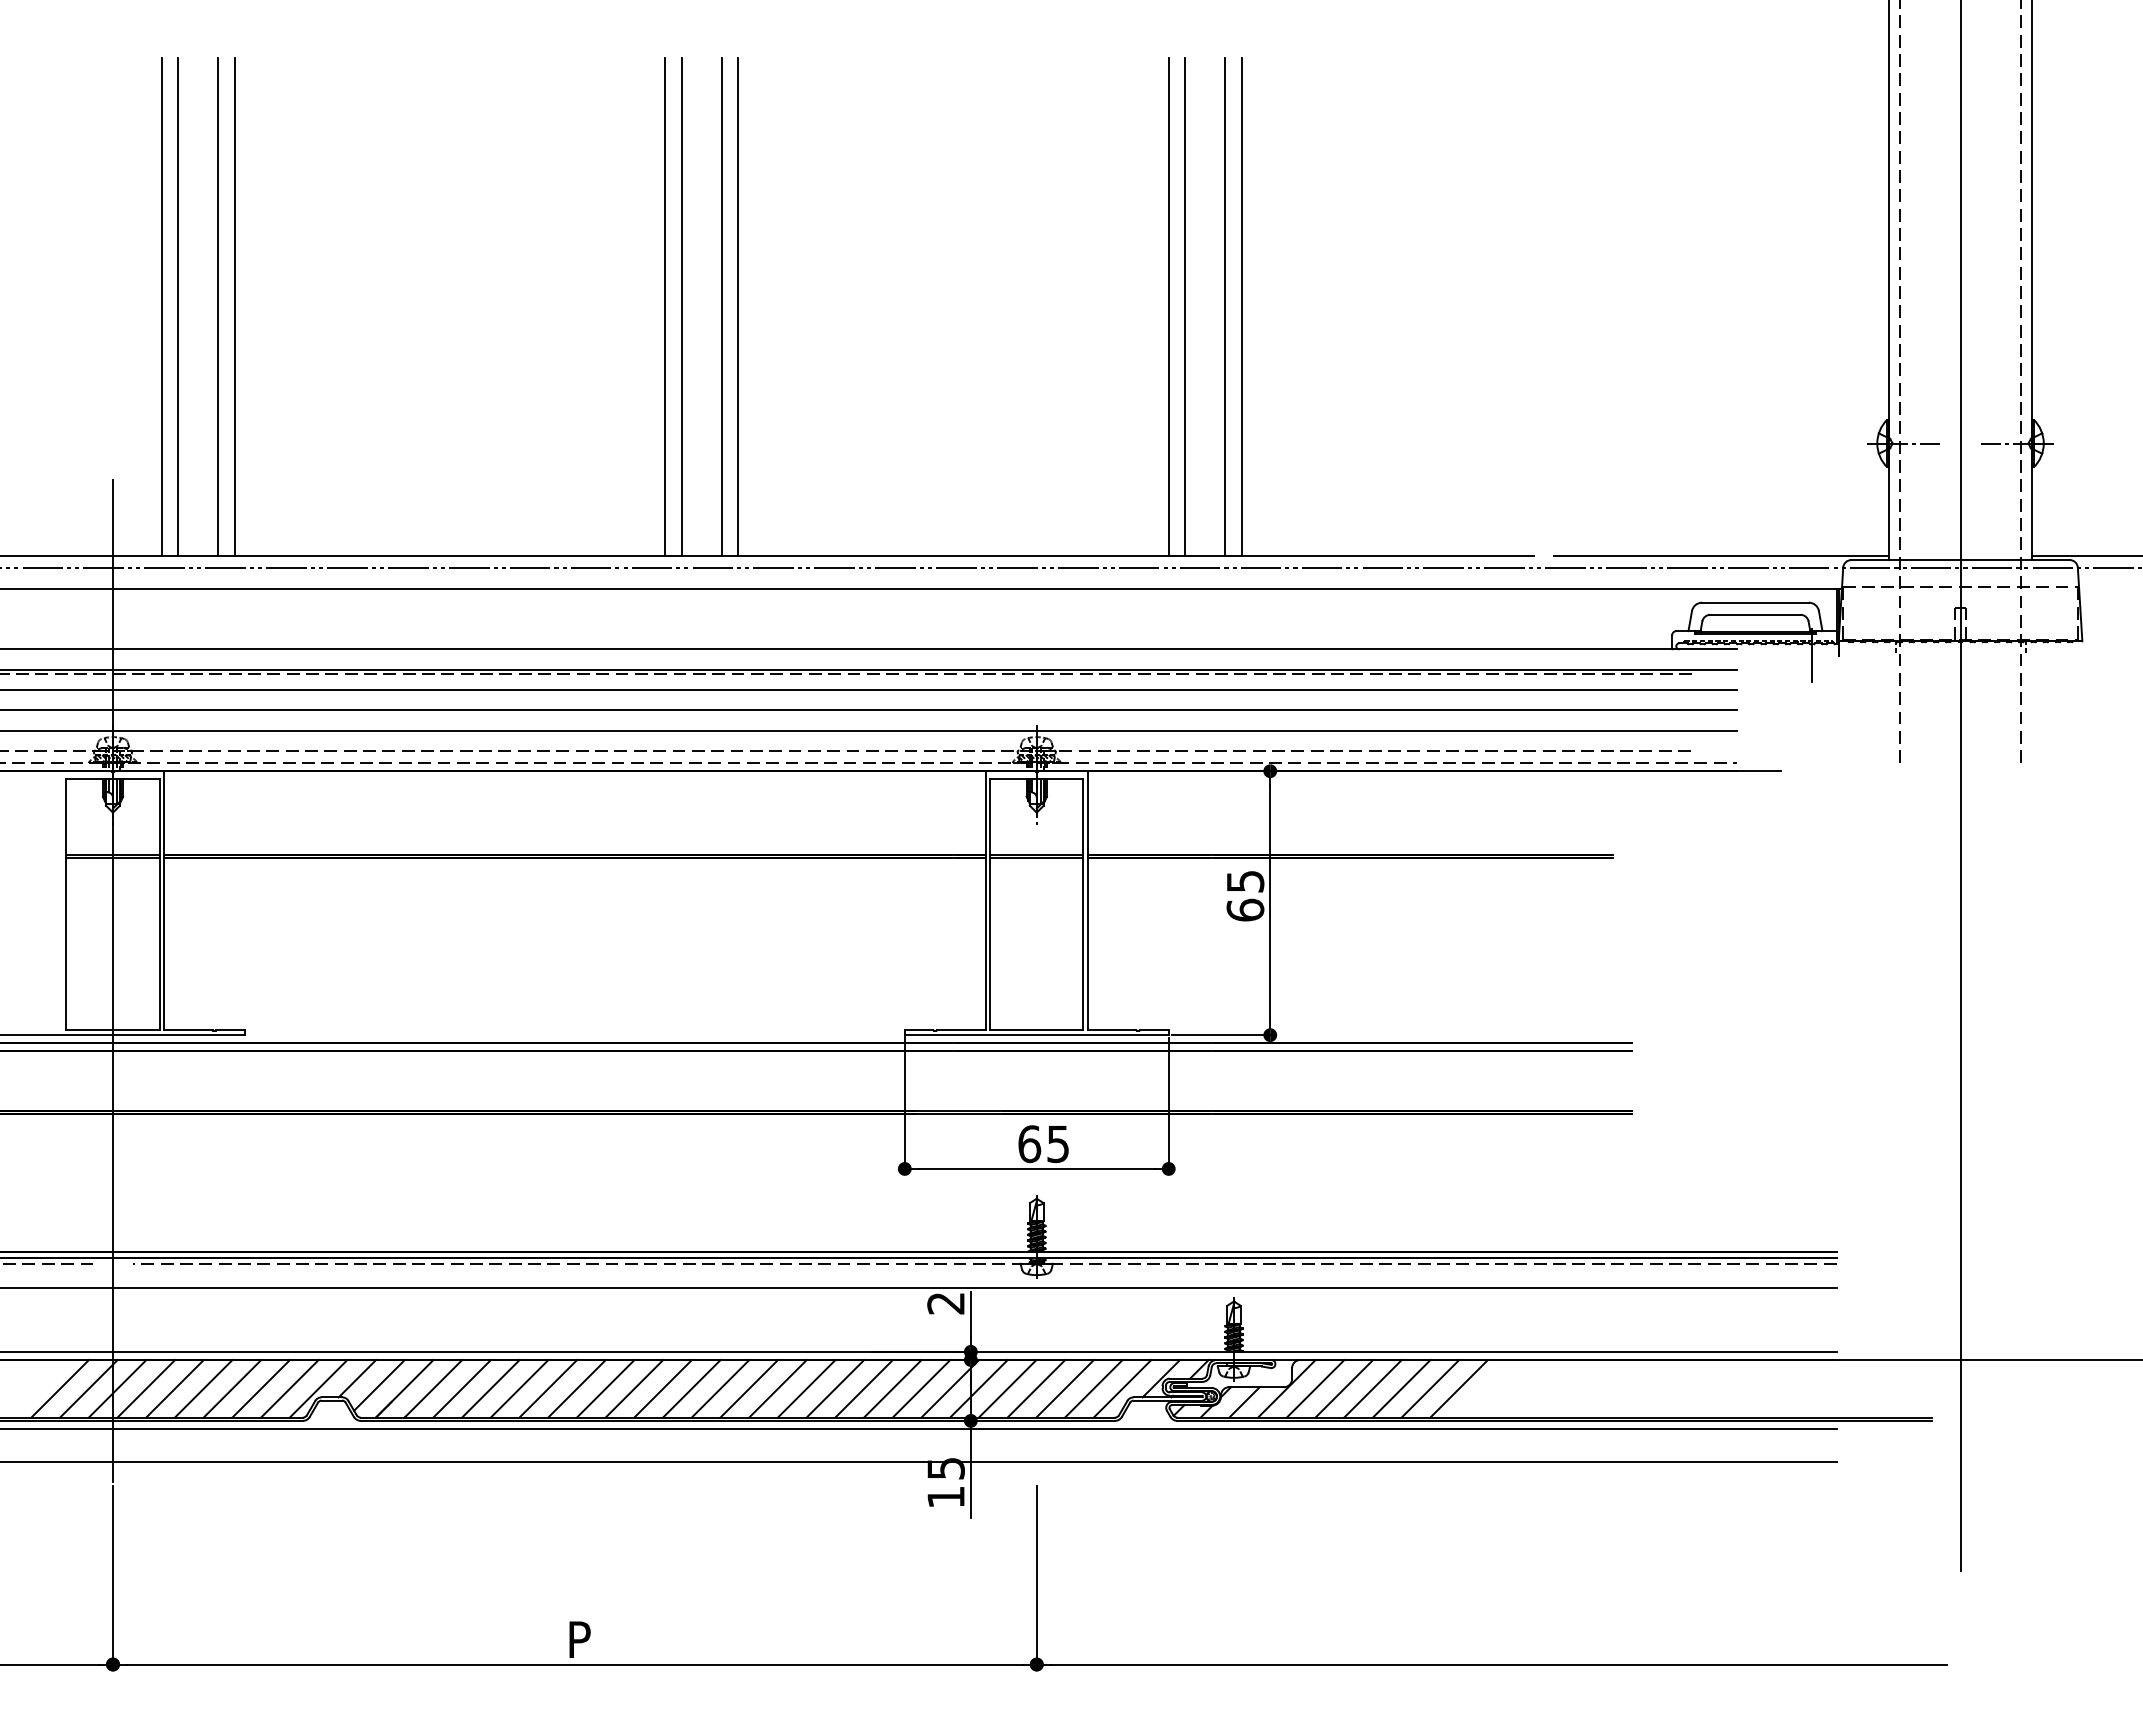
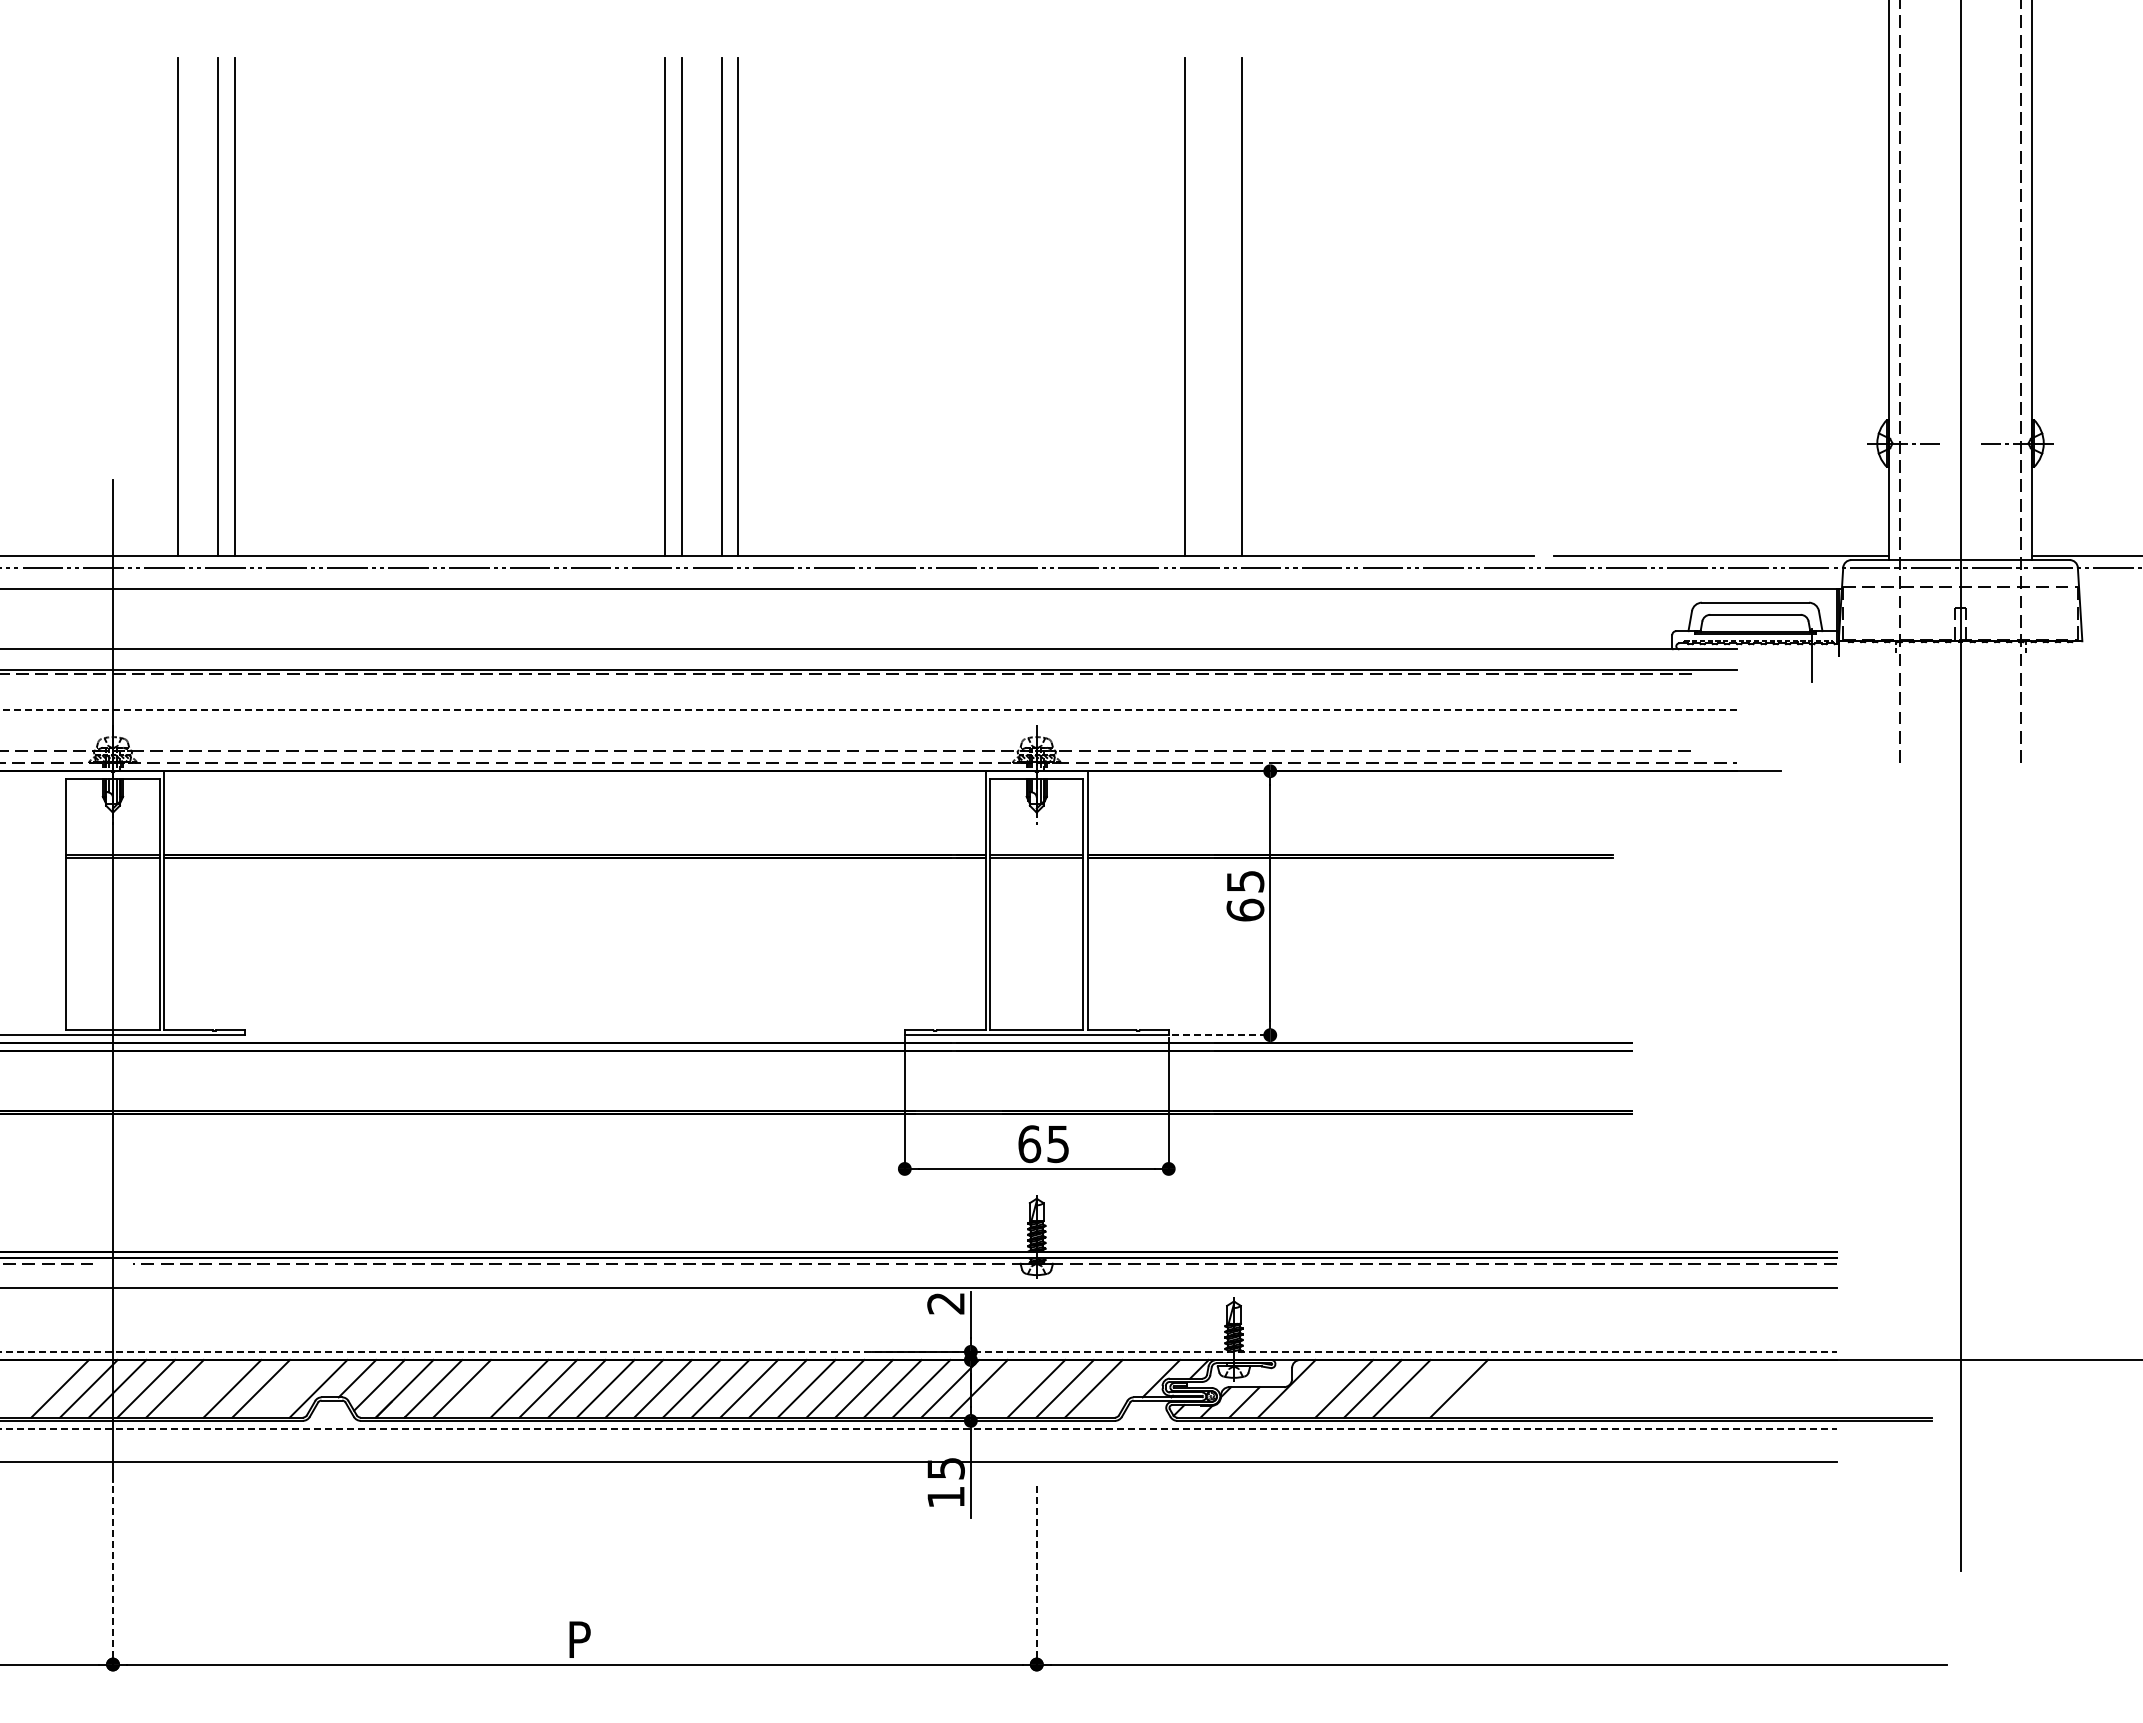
line at (161, 306): present -> none
line at (1168, 306): present -> none
line at (1225, 306): present -> none
line at (869, 690): present -> none
line at (868, 710): solid -> dashed
line at (869, 730): present -> none
line at (1223, 1035): solid -> dashed
line at (918, 1351): solid -> dashed
line at (203, 1388): present -> none
line at (289, 1388): present -> none
line at (490, 1388): present -> none
line at (1007, 1388): present -> none
line at (1122, 1388): present -> none
line at (1315, 1388): present -> none
line at (1430, 1388): present -> none
line at (918, 1429): solid -> dashed
line at (113, 1577): solid -> dashed
line at (1036, 1577): solid -> dashed
